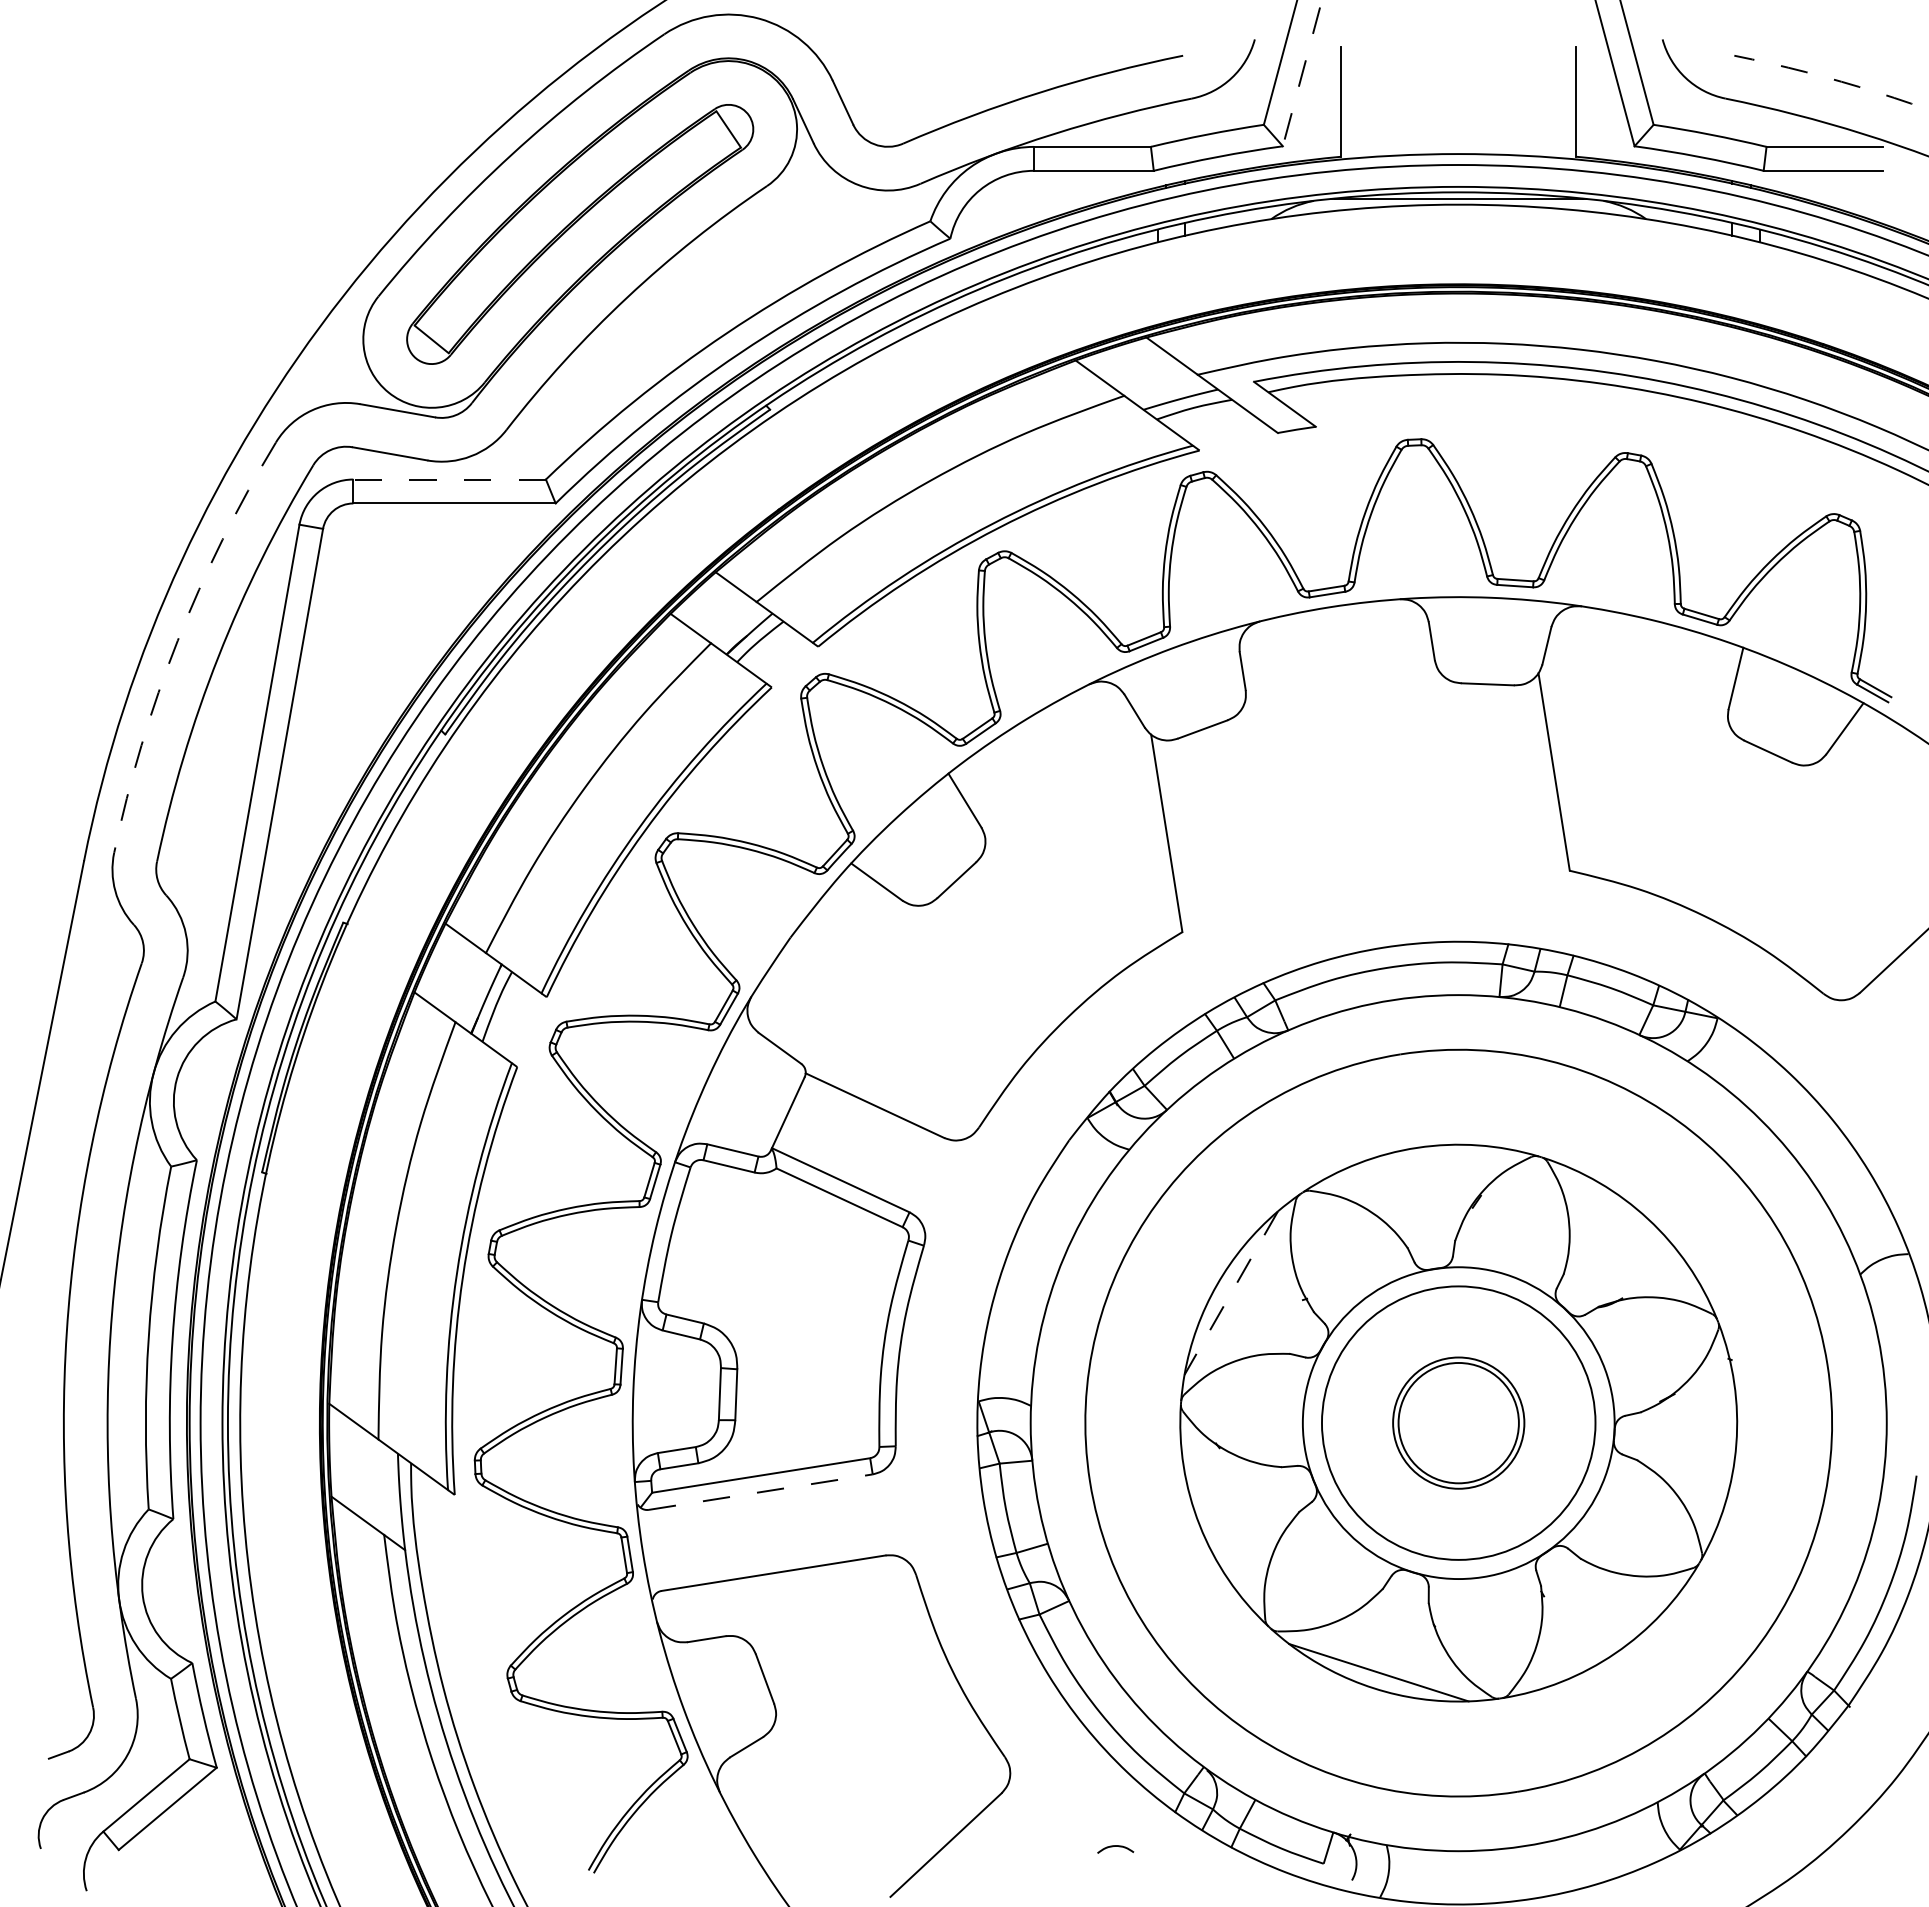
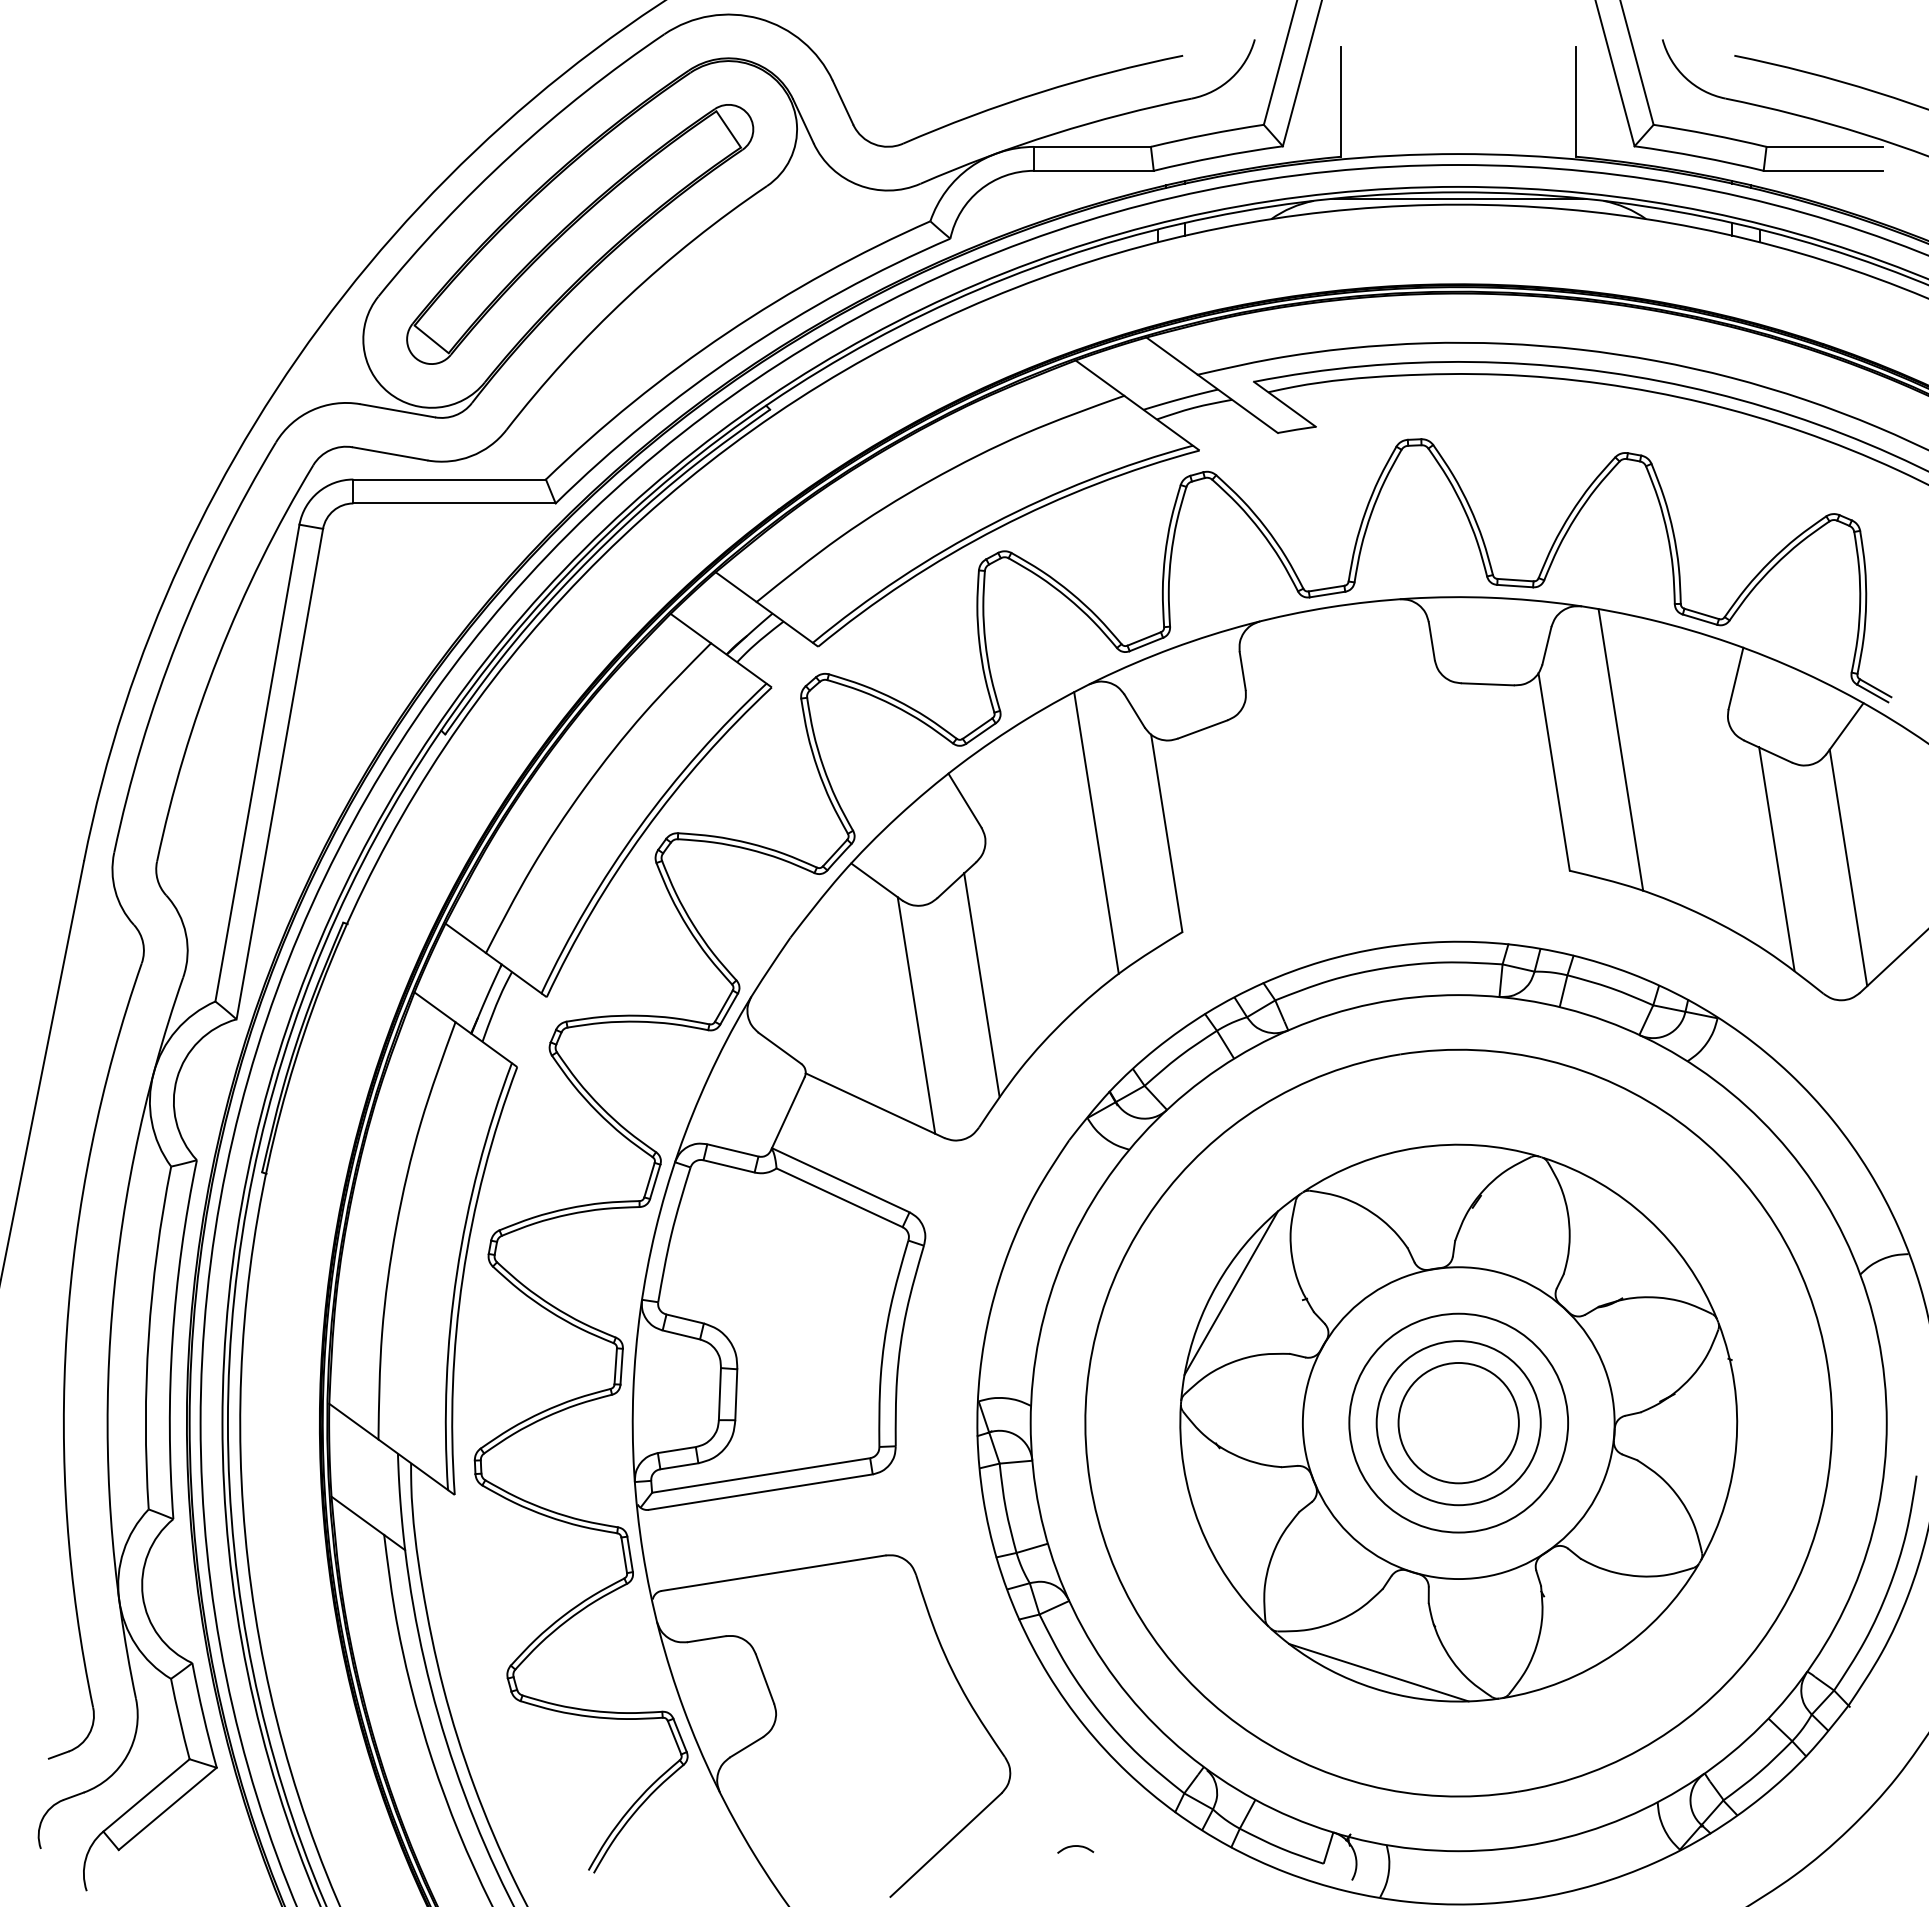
line at (1302, 74): dashed -> solid
arc at (1832, 79): dashed -> solid
line at (449, 479): dashed -> solid
arc at (177, 640): dashed -> solid
line at (1620, 749): none -> present
line at (1096, 832): none -> present
line at (1776, 858): none -> present
line at (1848, 867): none -> present
line at (981, 984): none -> present
line at (916, 1015): none -> present
line at (1230, 1293): dashed -> solid
circle at (1458, 1422) diameter: 131 px -> 164 px
circle at (1458, 1422) diameter: 274 px -> 219 px
line at (761, 1492): dashed -> solid
curve at (1115, 1846) position: (1115, 1846) -> (1075, 1846)
